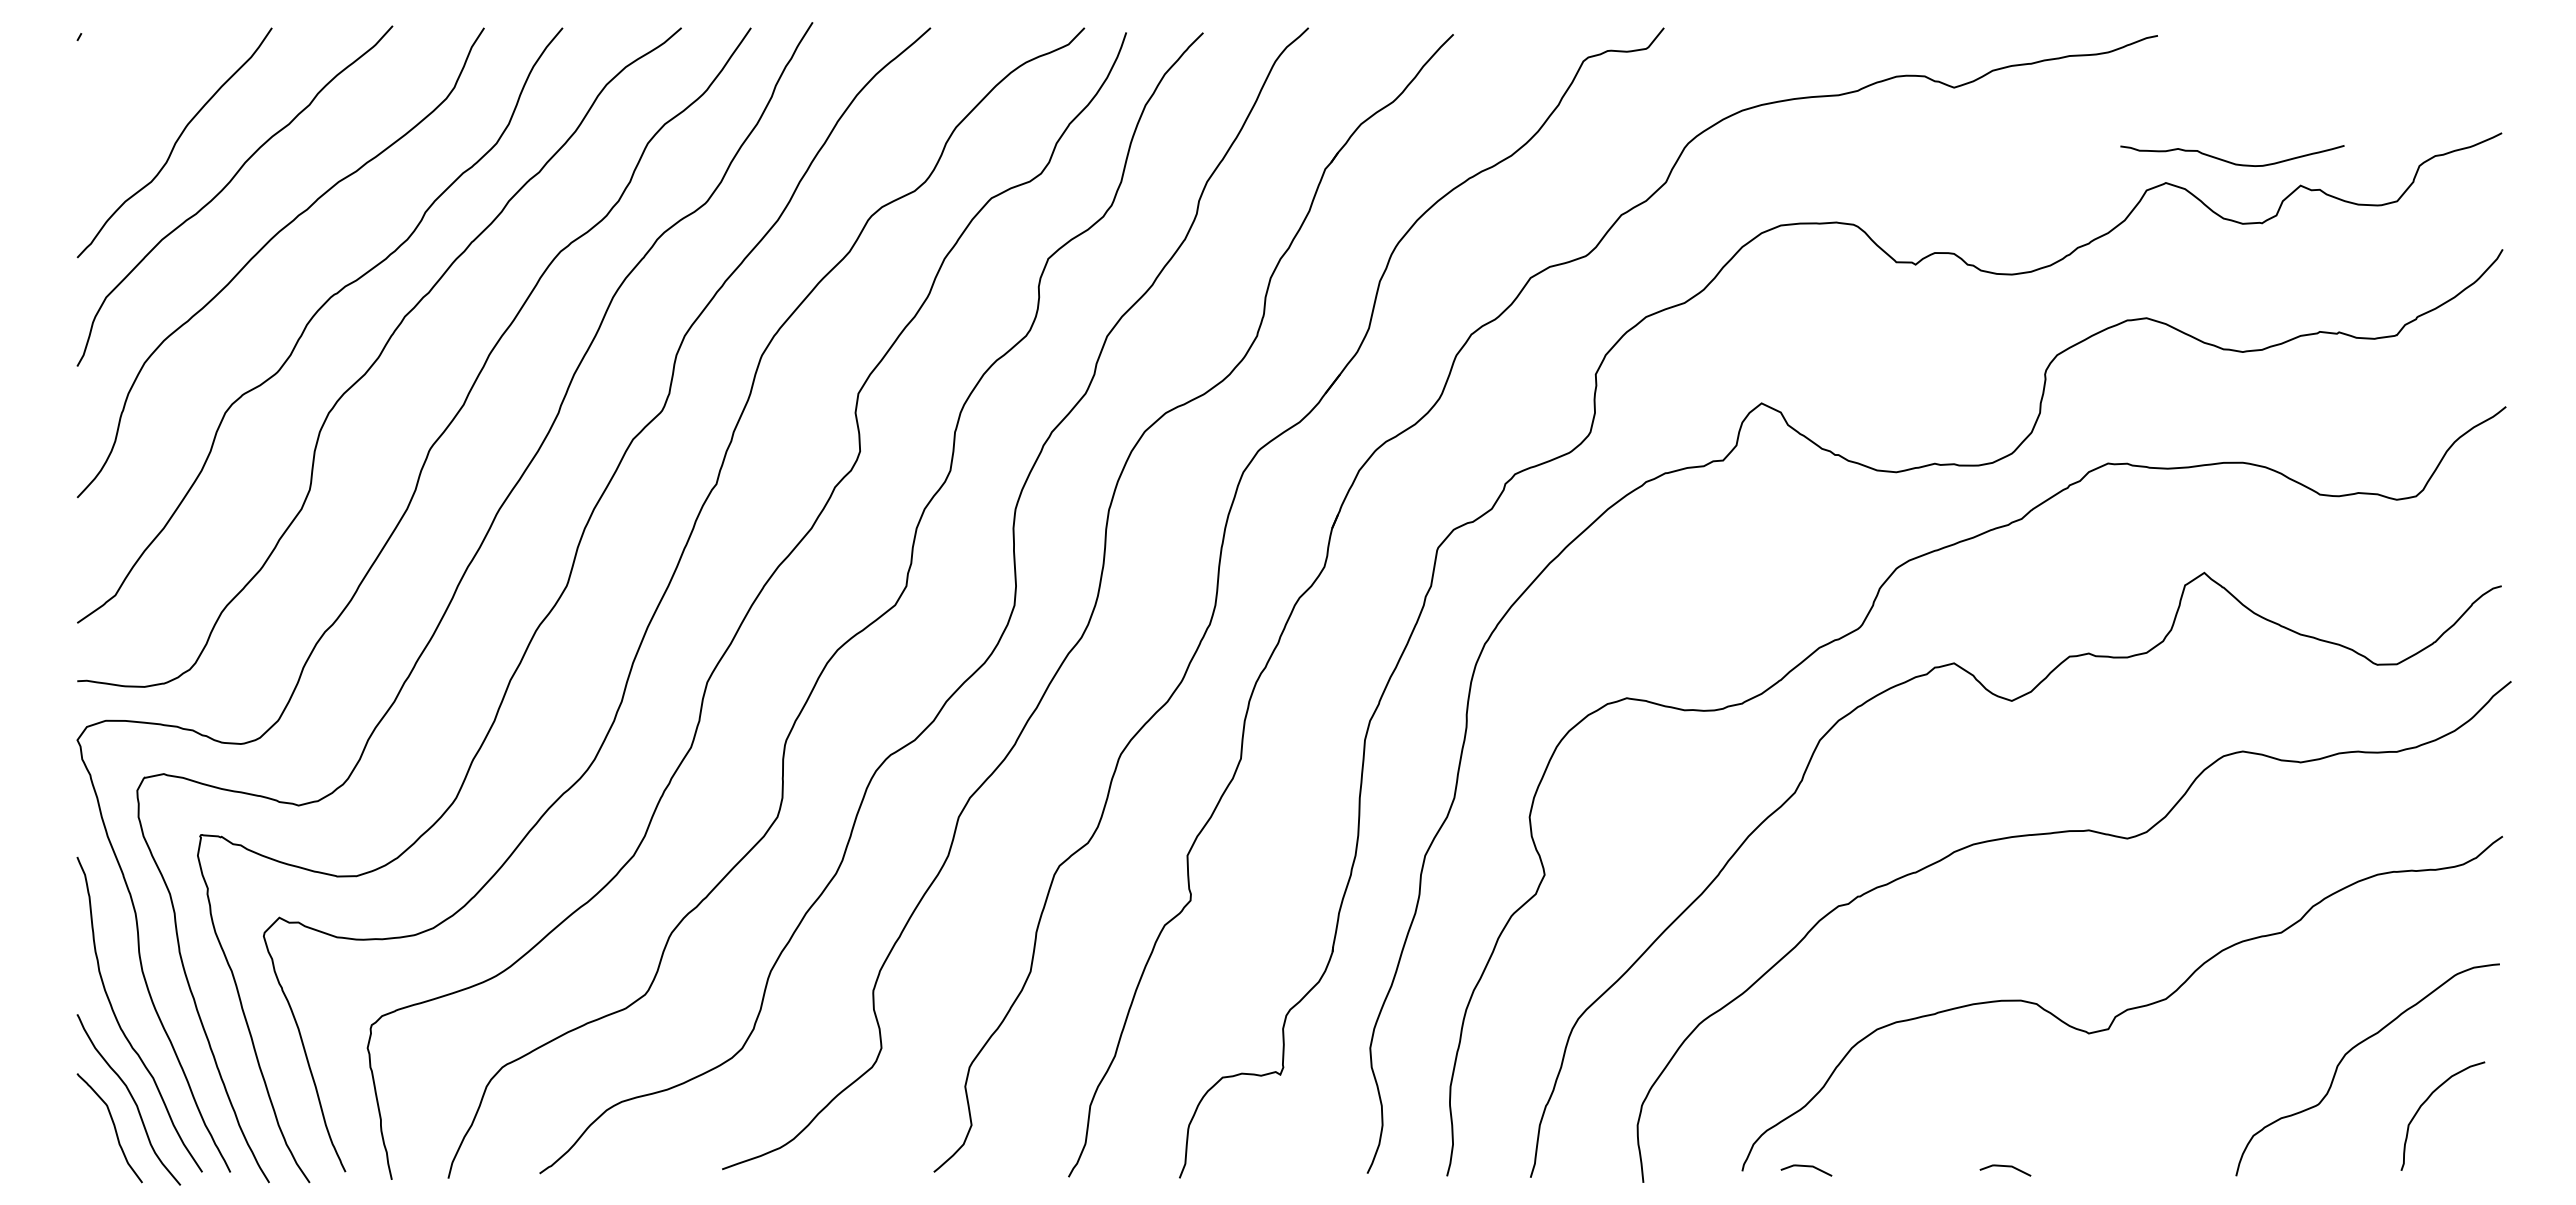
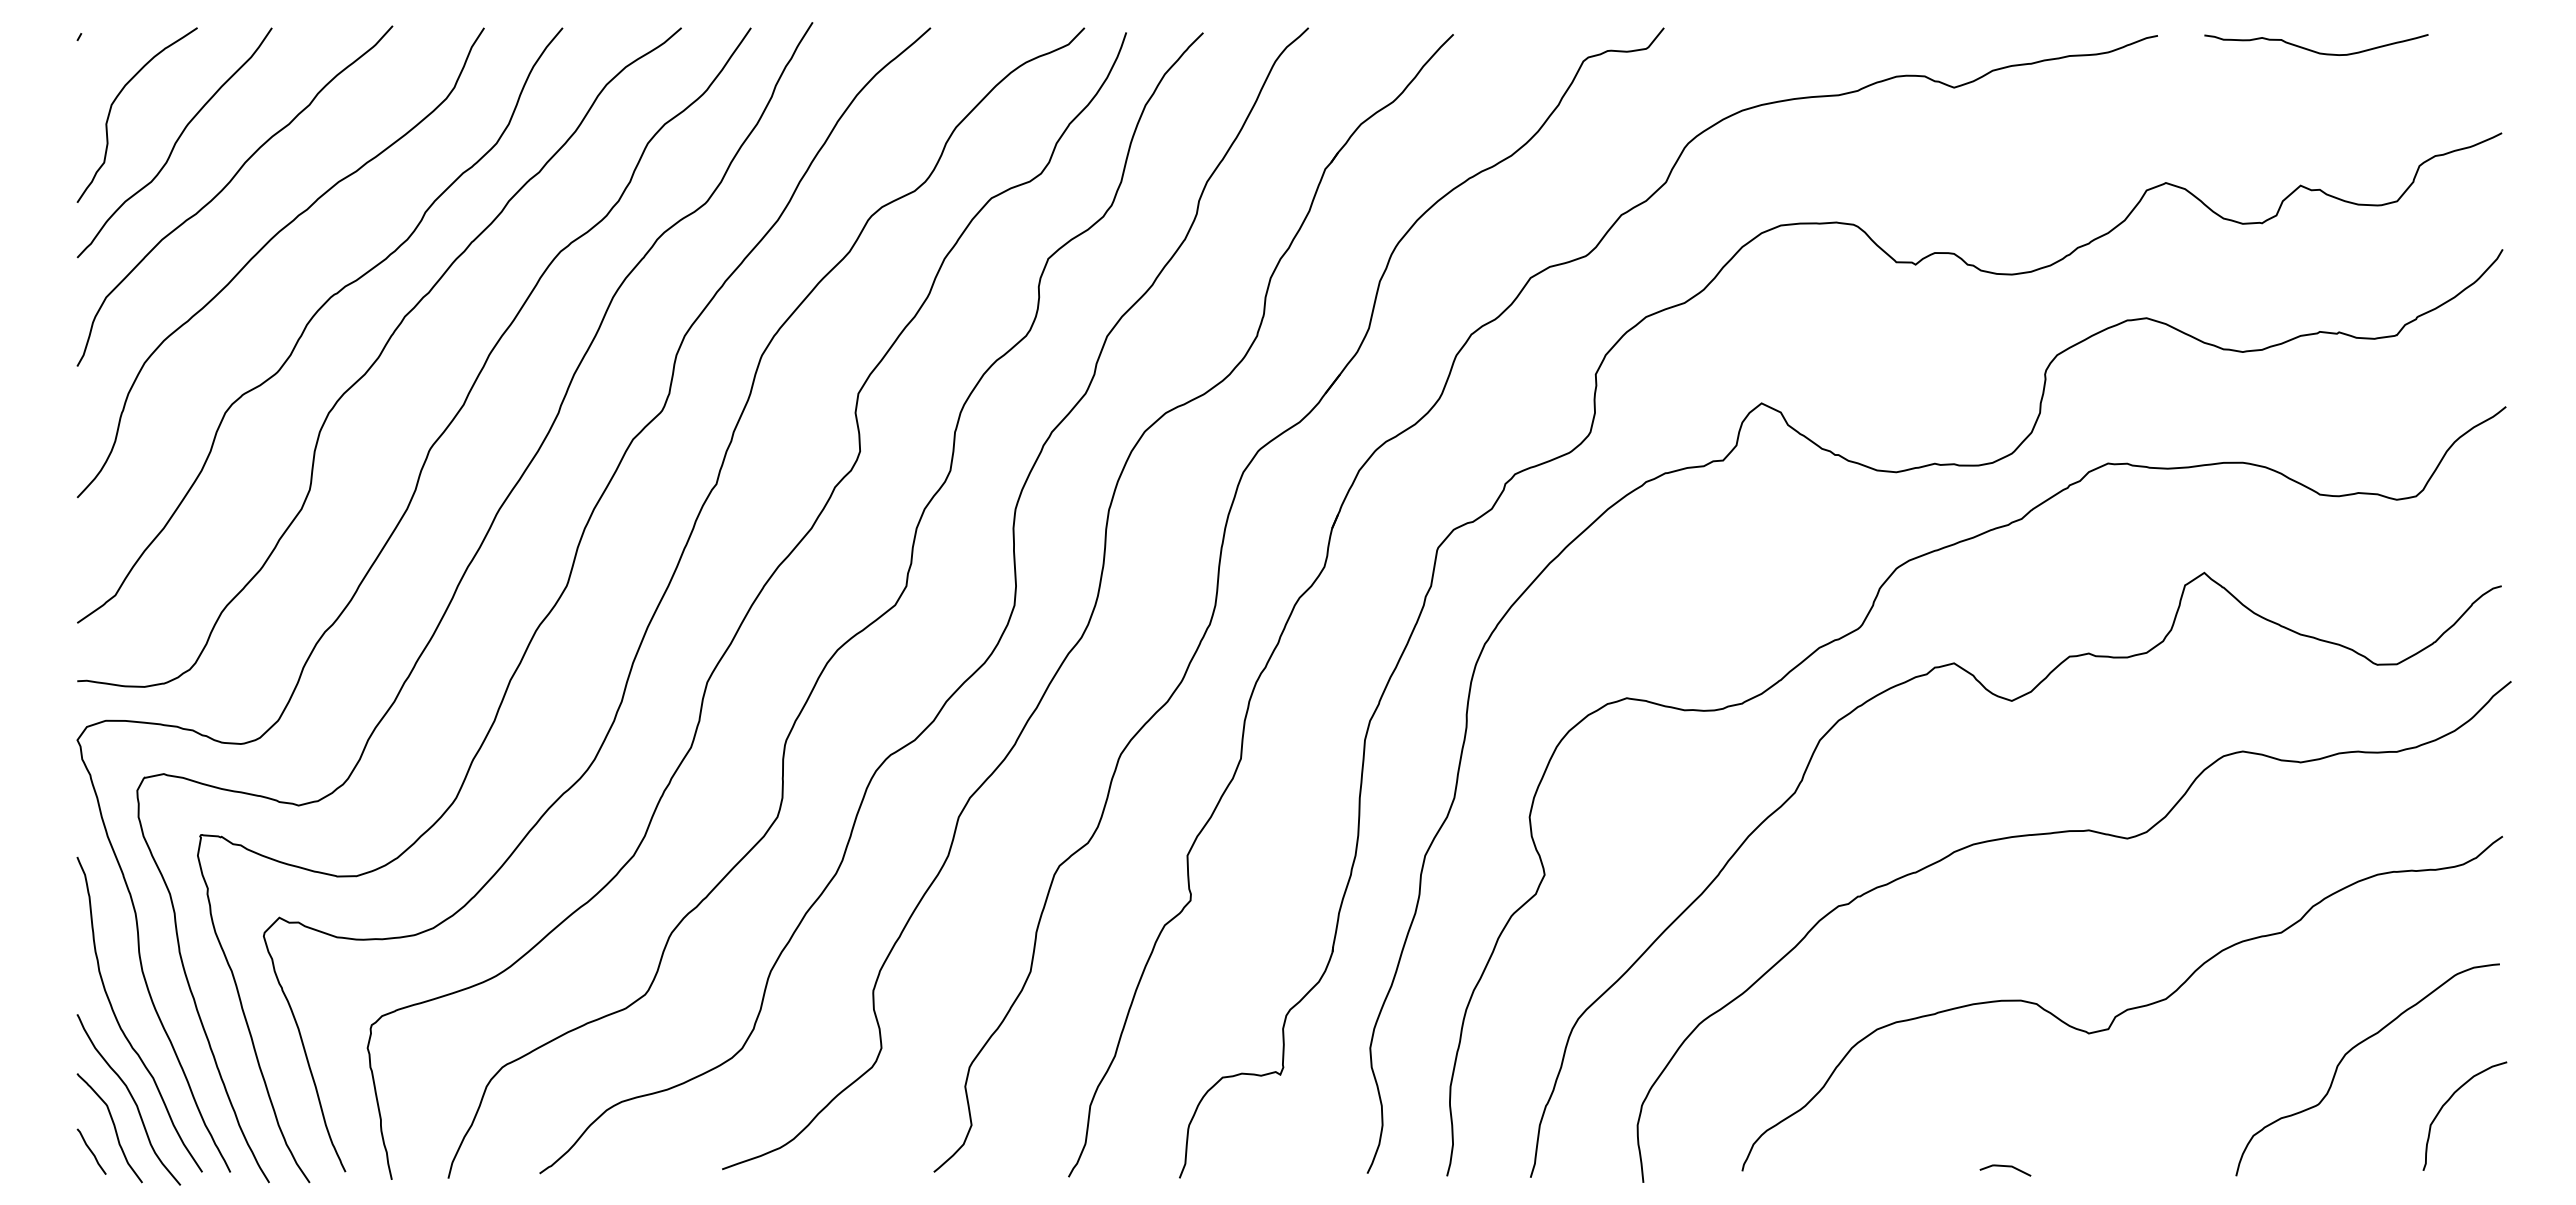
curve at (116, 99): none -> present
curve at (2230, 161) position: (2230, 161) -> (2314, 50)
curve at (2427, 1100) position: (2427, 1100) -> (2449, 1100)
curve at (91, 1151): none -> present
line at (1807, 1167): present -> none
